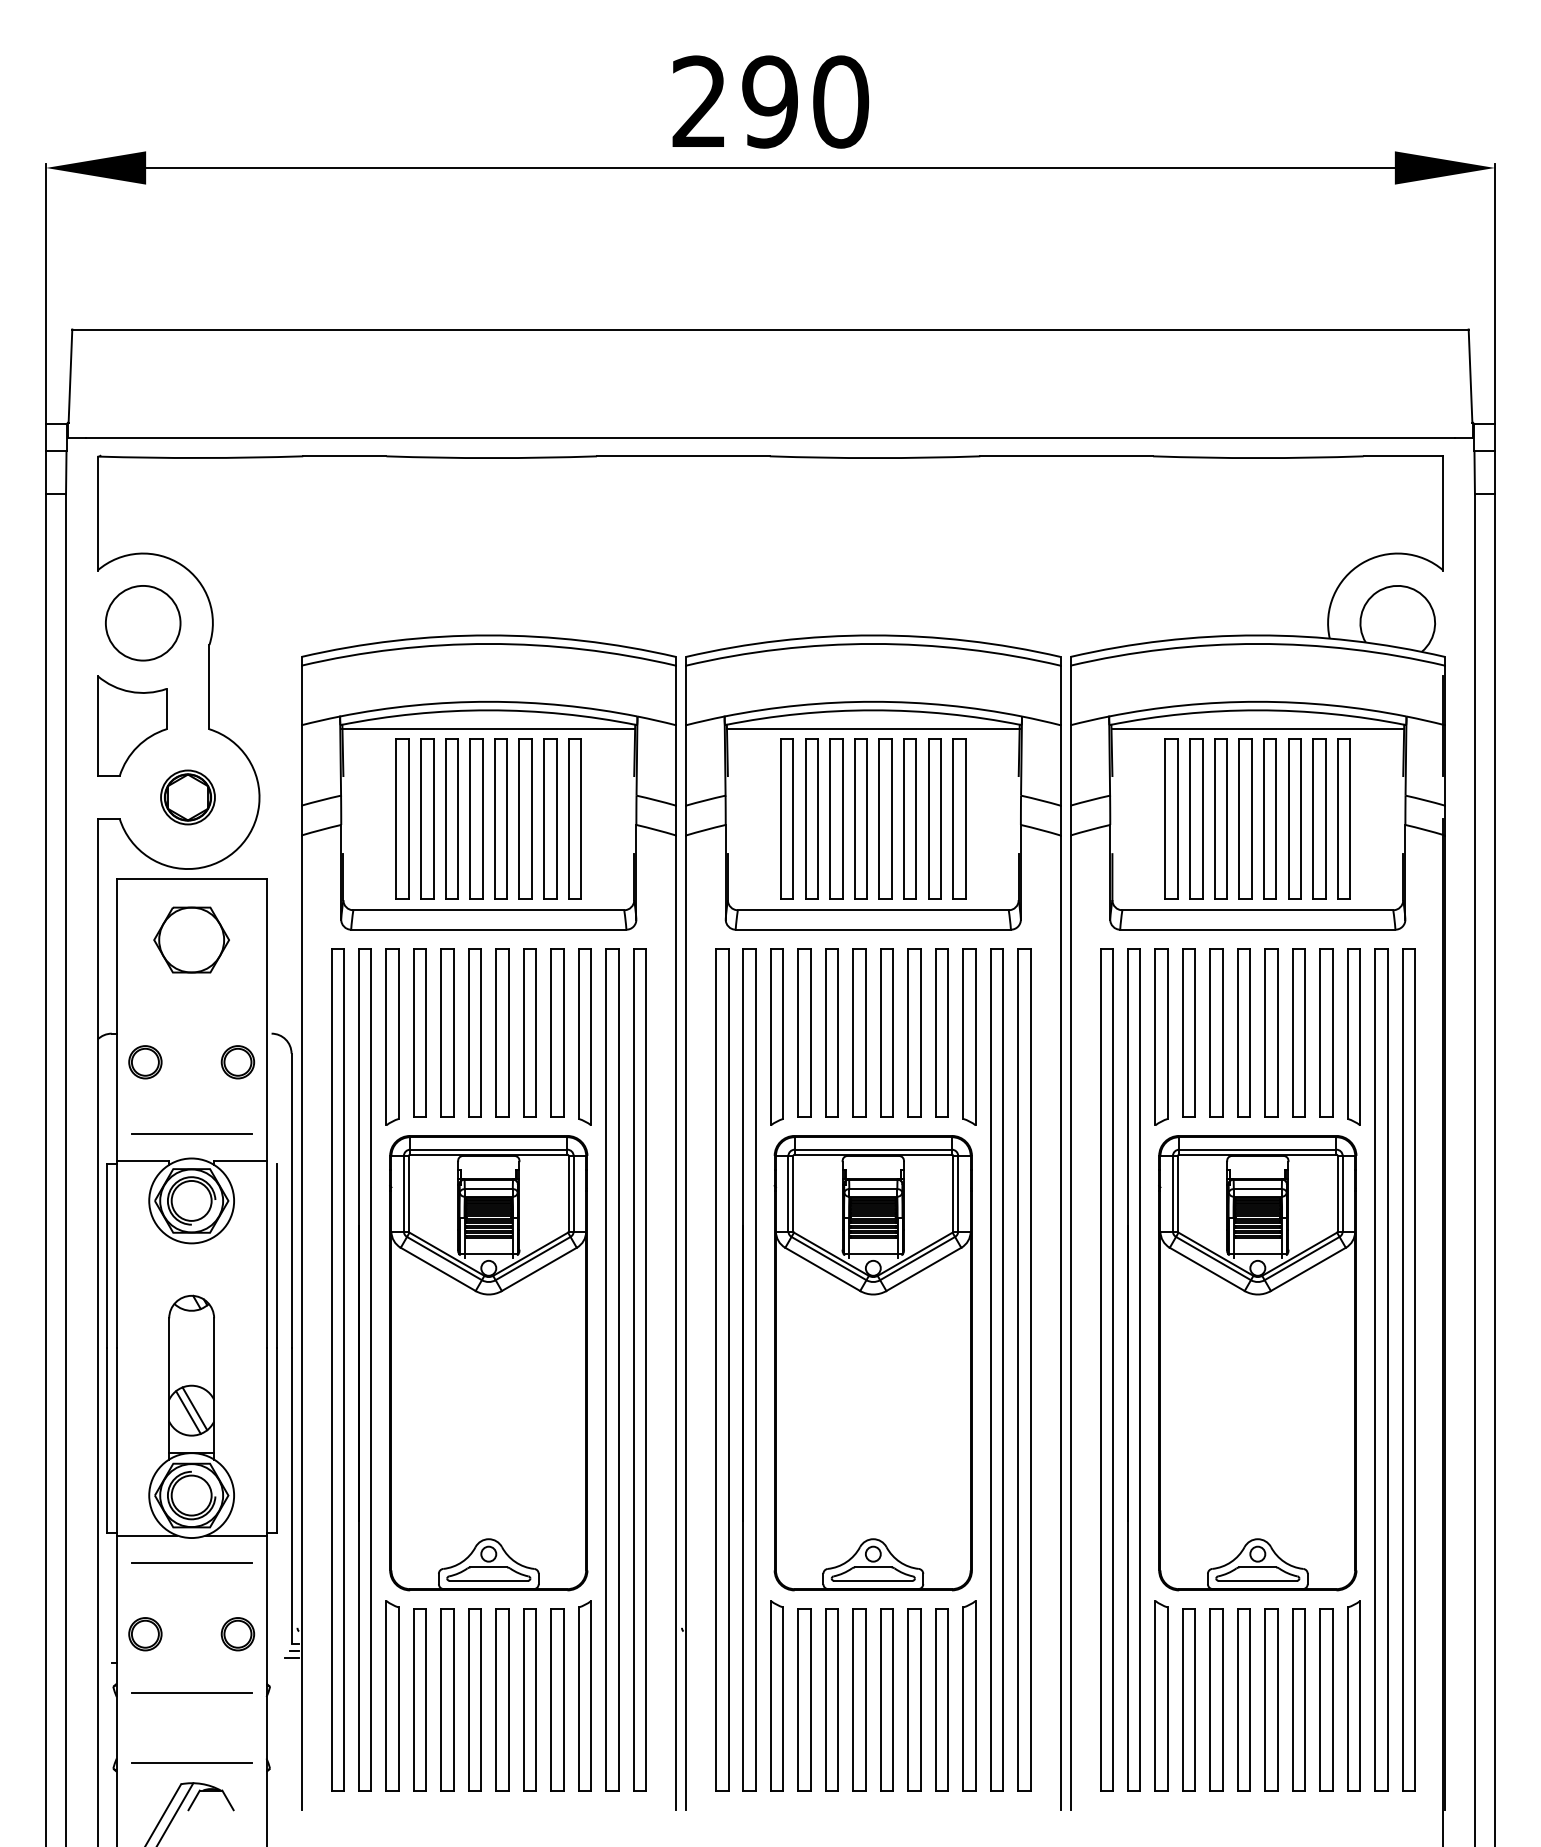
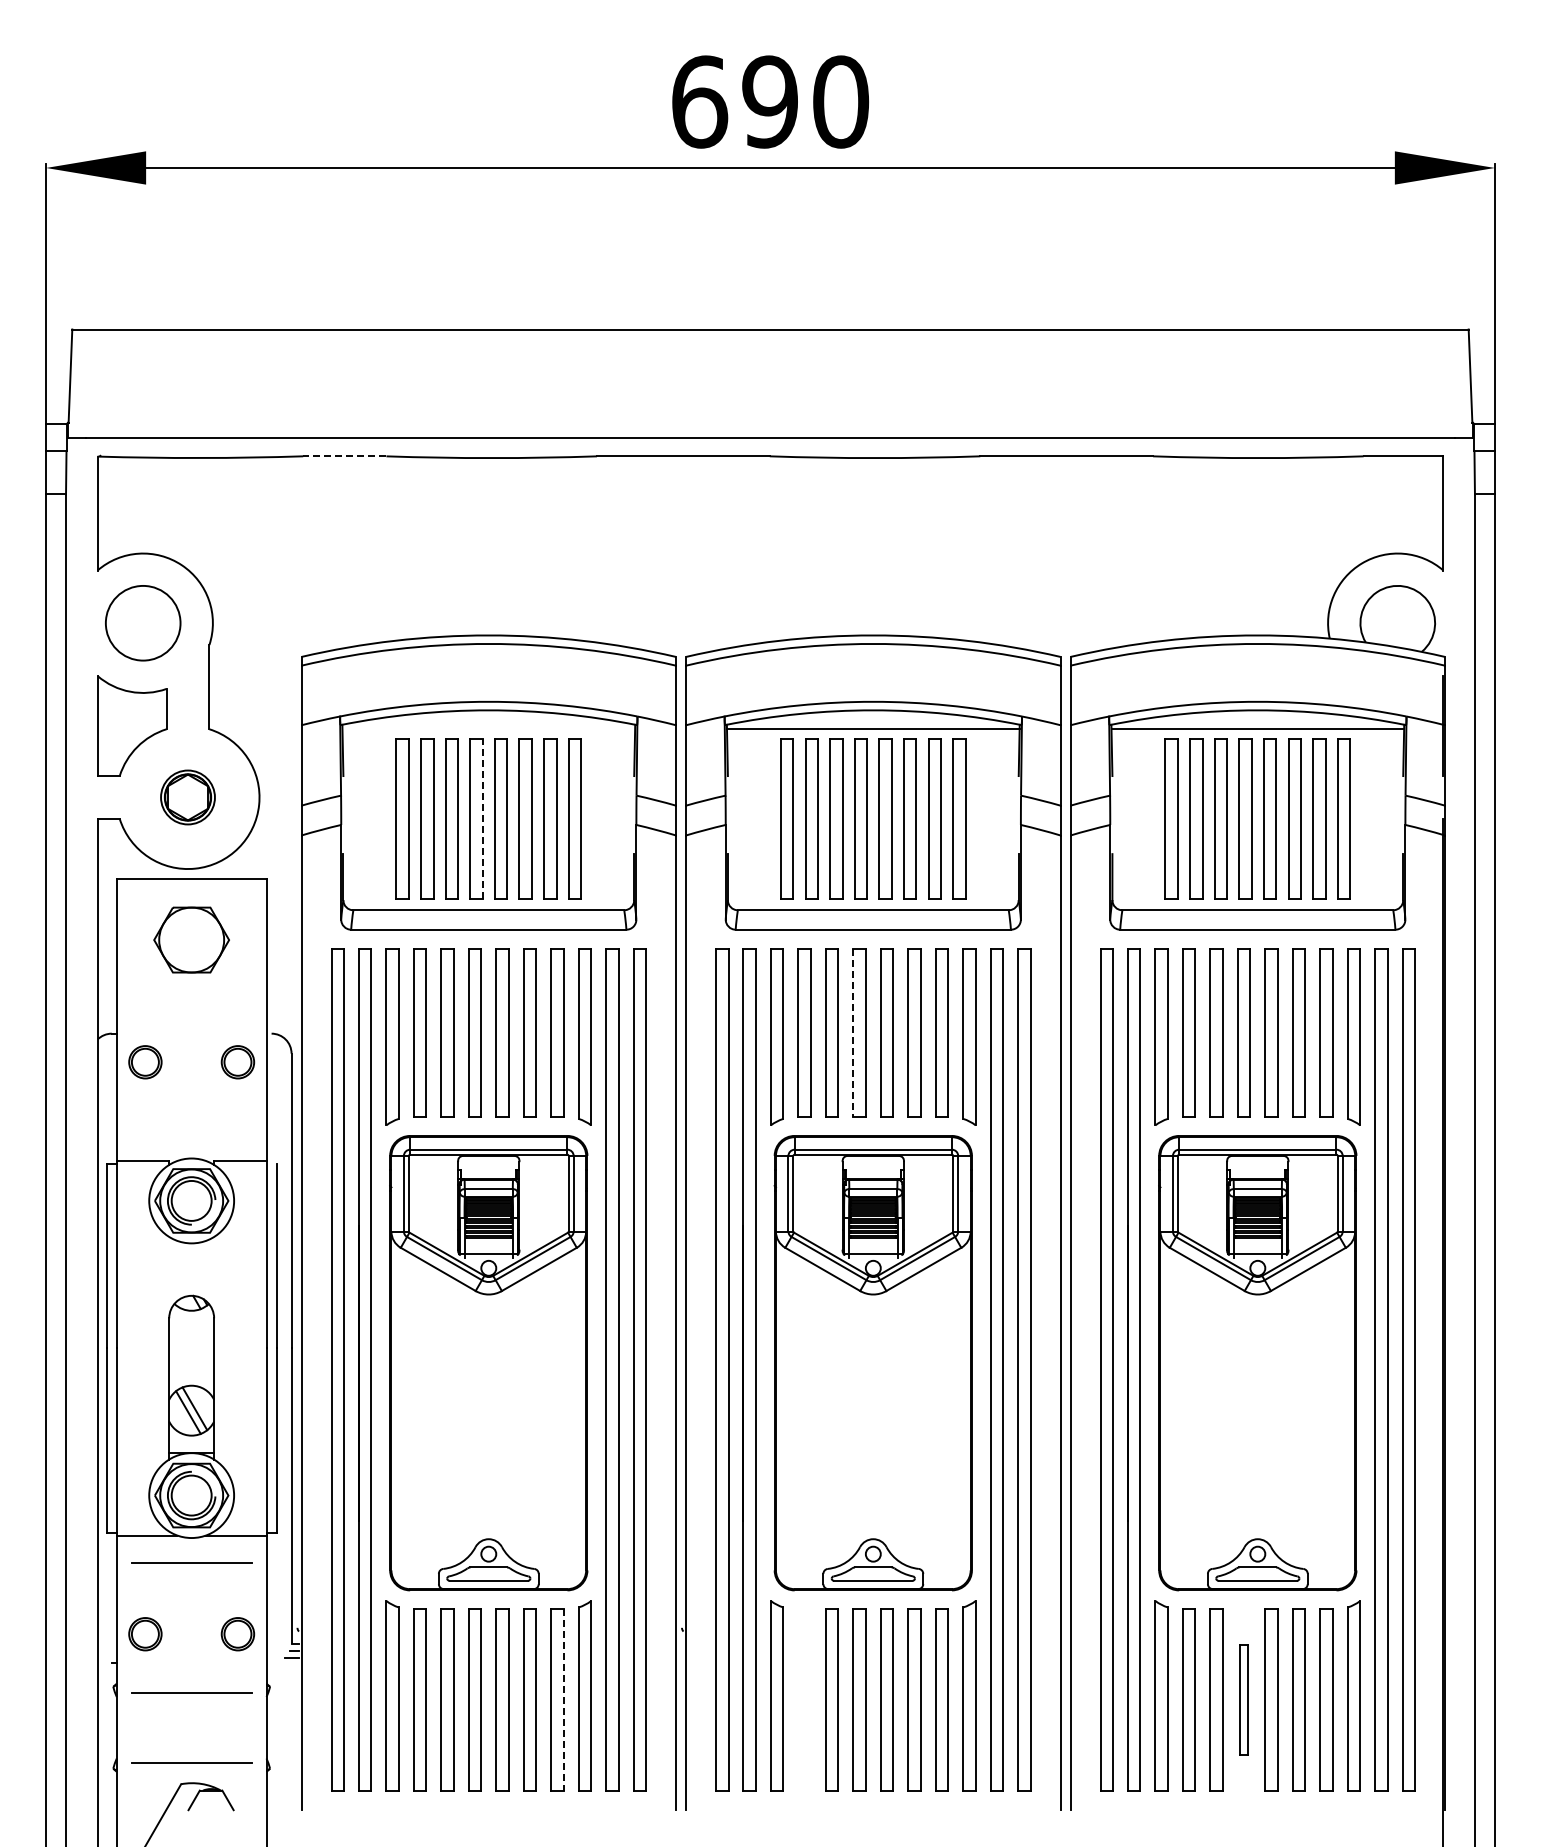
text at (700, 101): 290 -> 690
line at (344, 456): solid -> dashed
line at (488, 729): present -> none
line at (482, 818): solid -> dashed
line at (853, 1033): solid -> dashed
line at (191, 1133): present -> none
part at (804, 1699): present -> none
part at (1243, 1699) size: 14x184 px -> 10x112 px
line at (563, 1700): solid -> dashed
line at (175, 1813): present -> none
